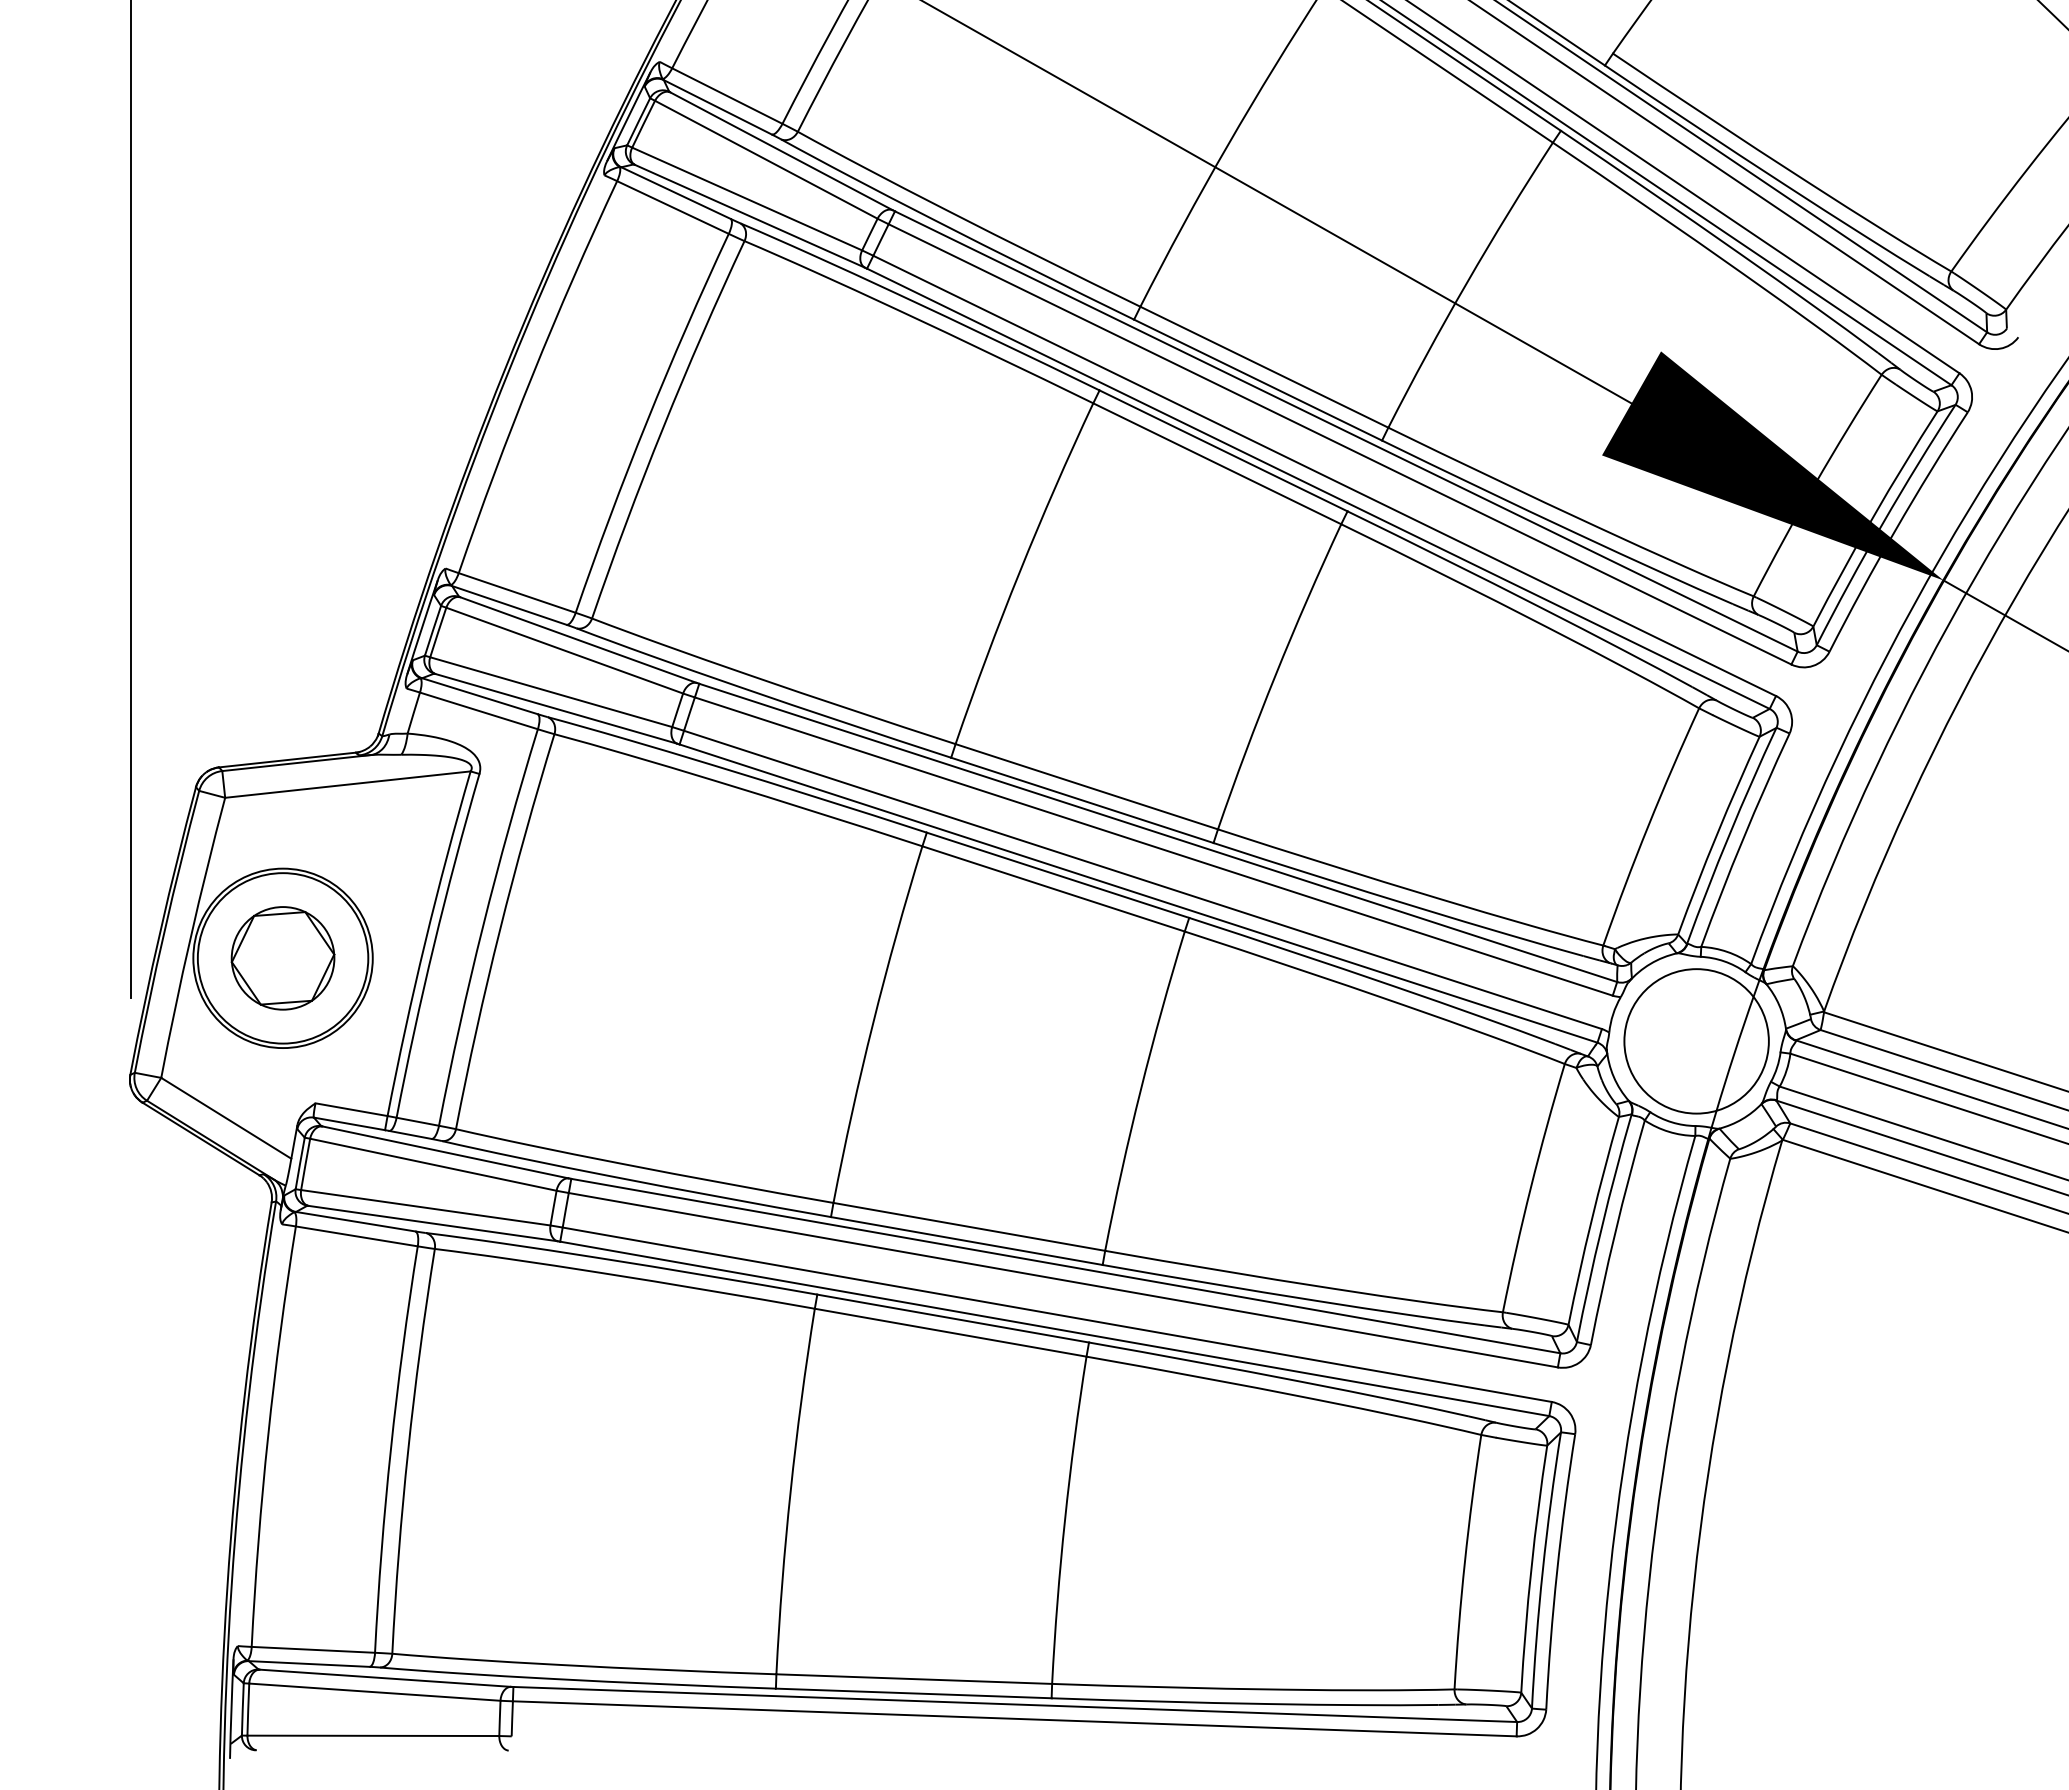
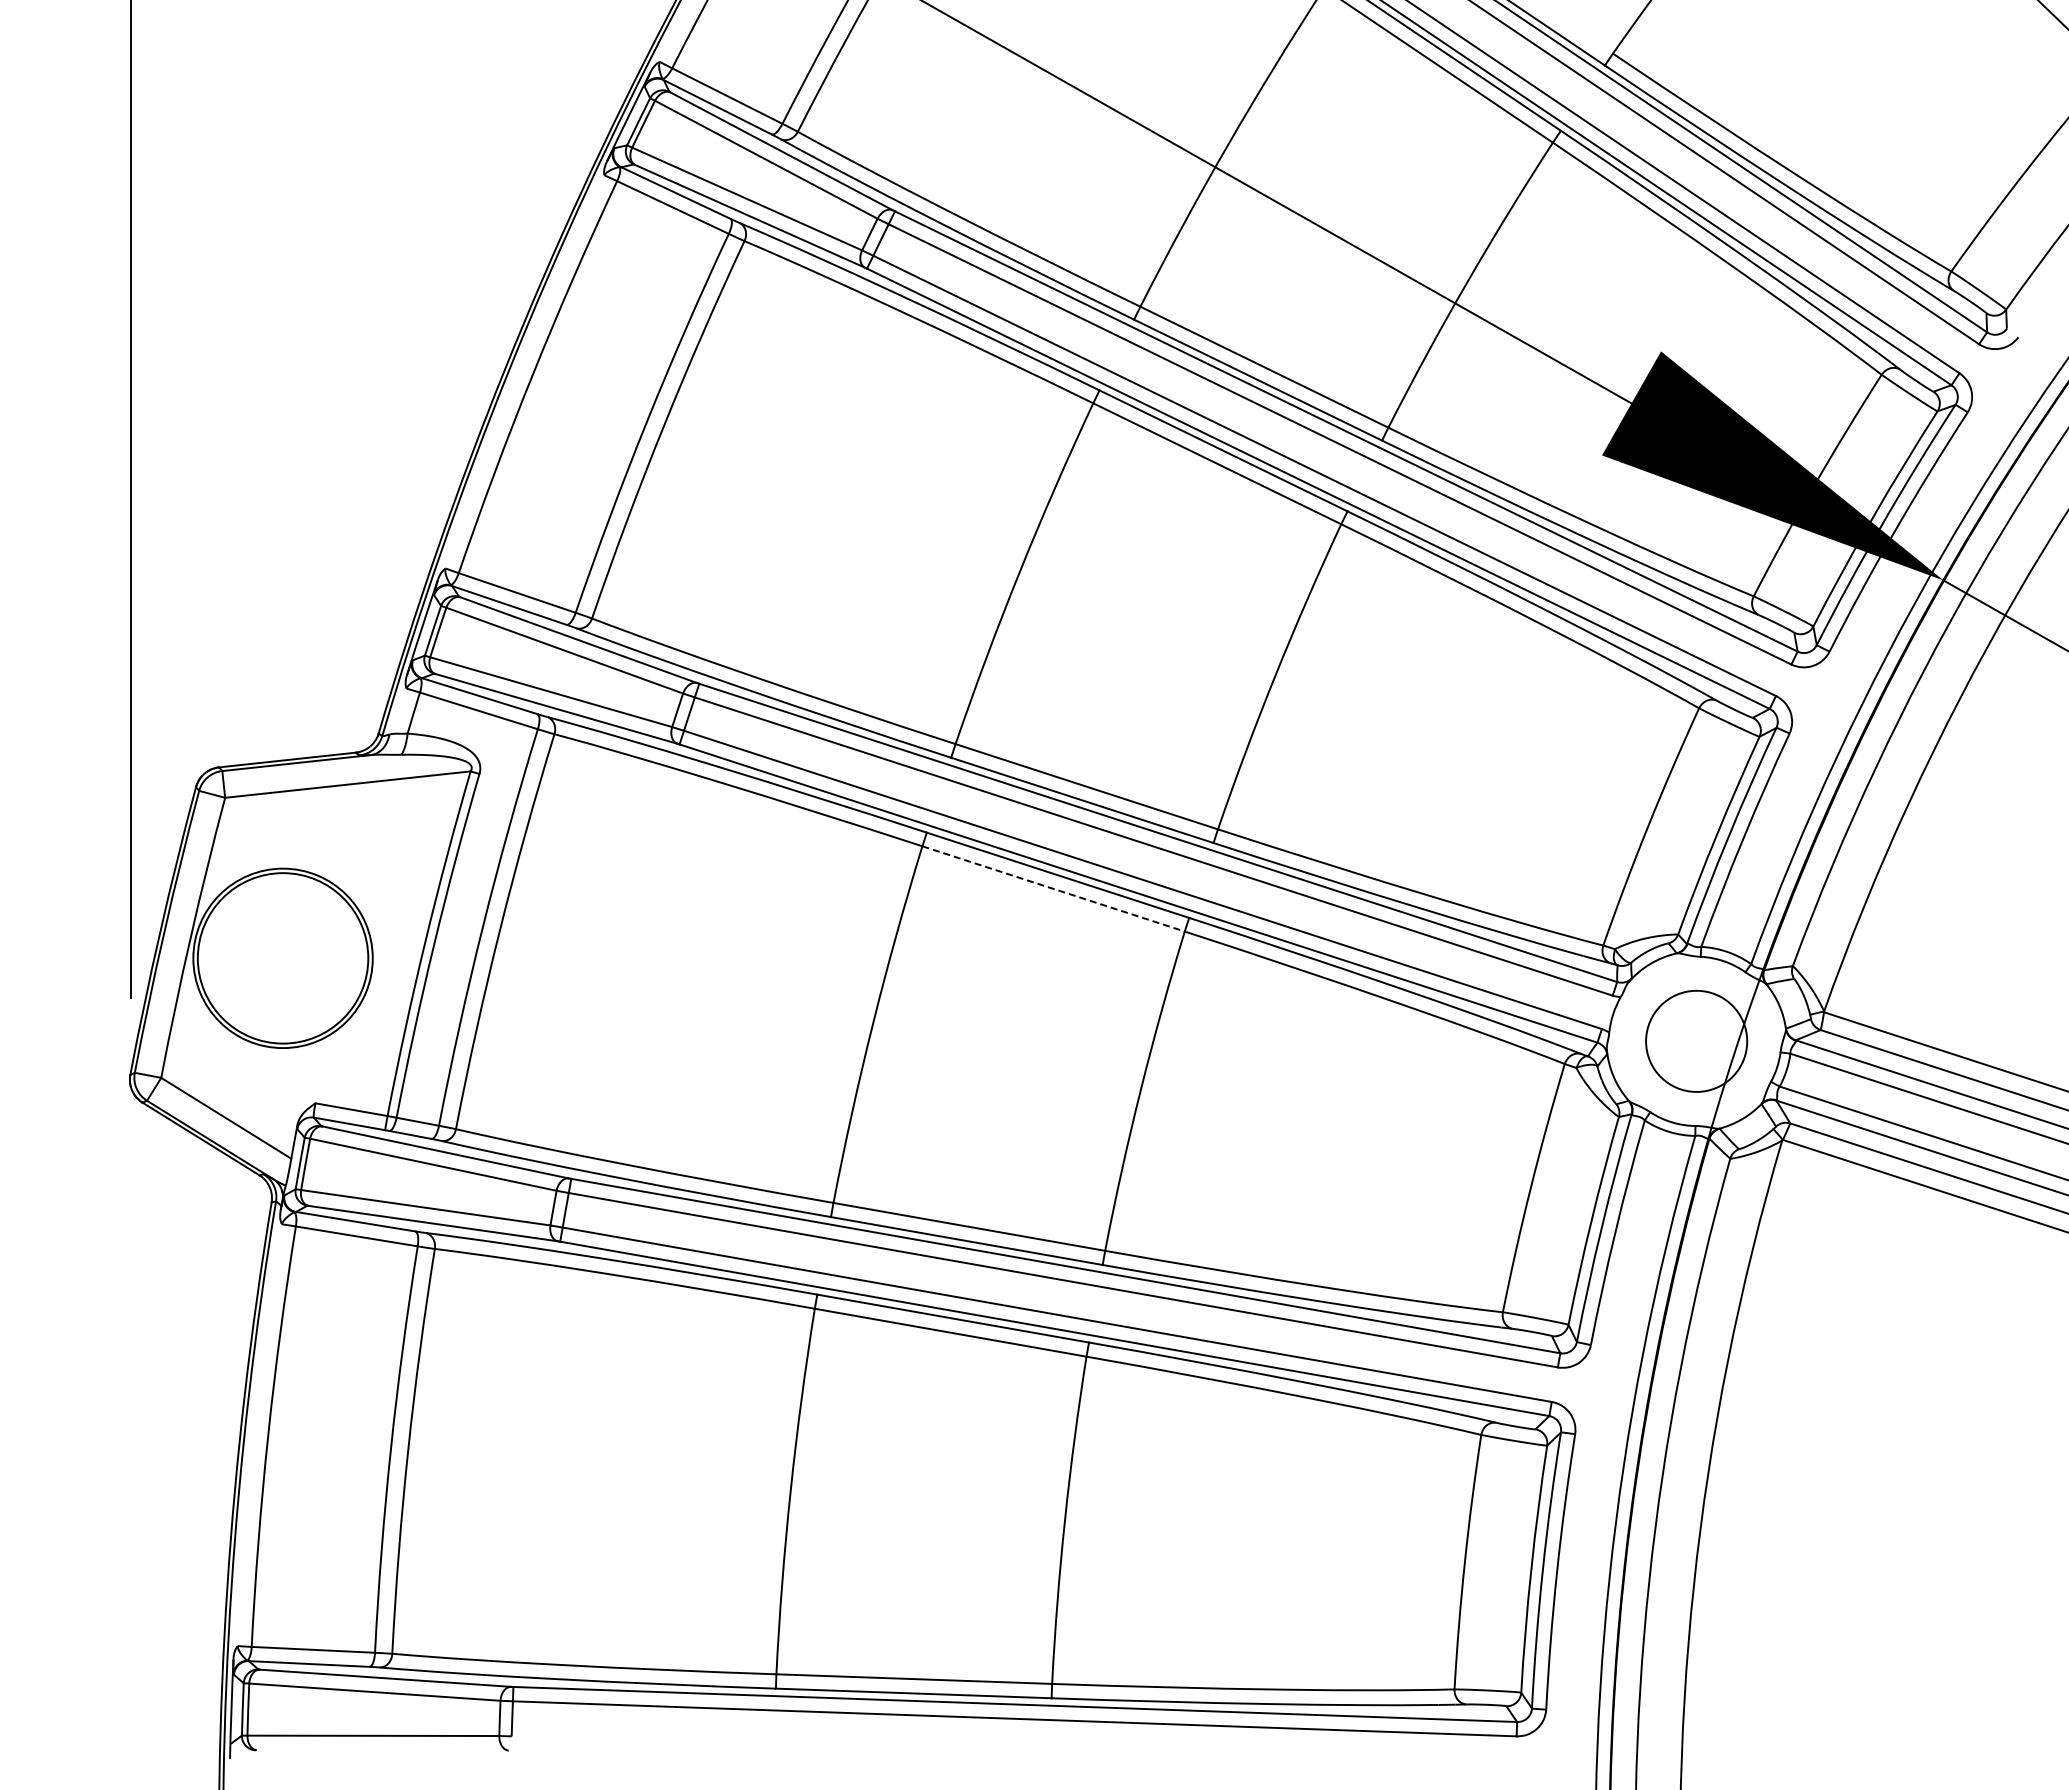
line at (1053, 888): solid -> dashed
part at (282, 958): present -> none
circle at (1696, 1041) diameter: 144 px -> 101 px
